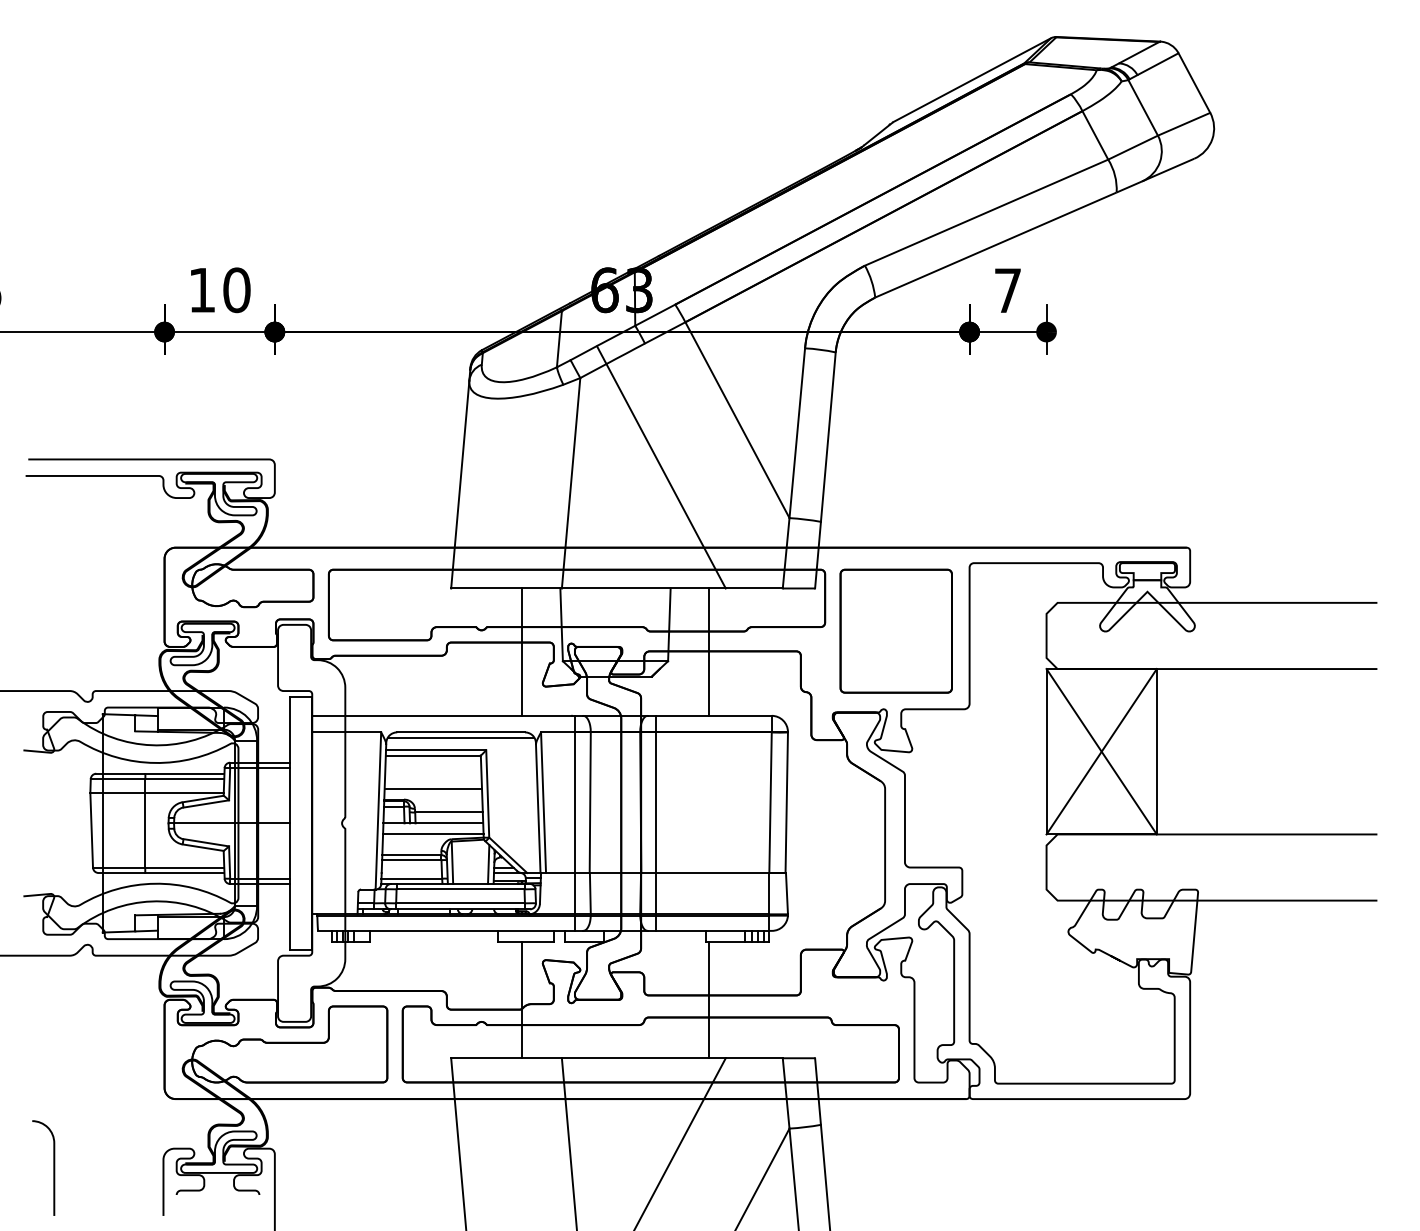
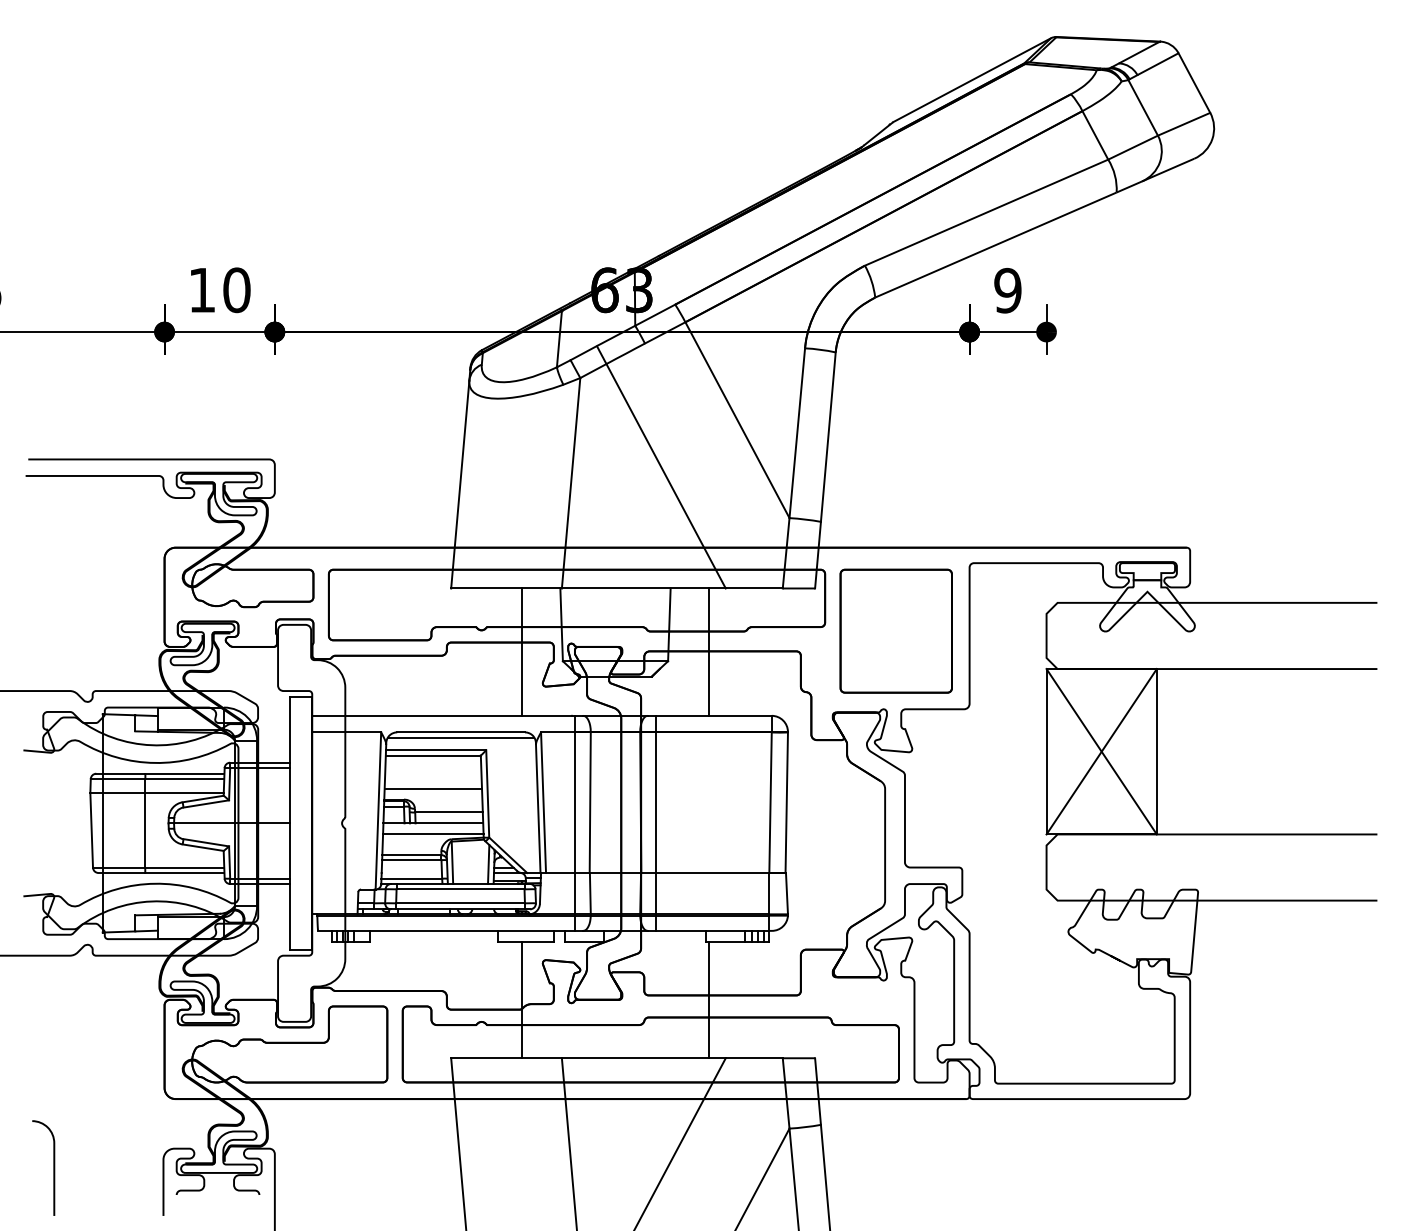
text at (1007, 290): 7 -> 9
